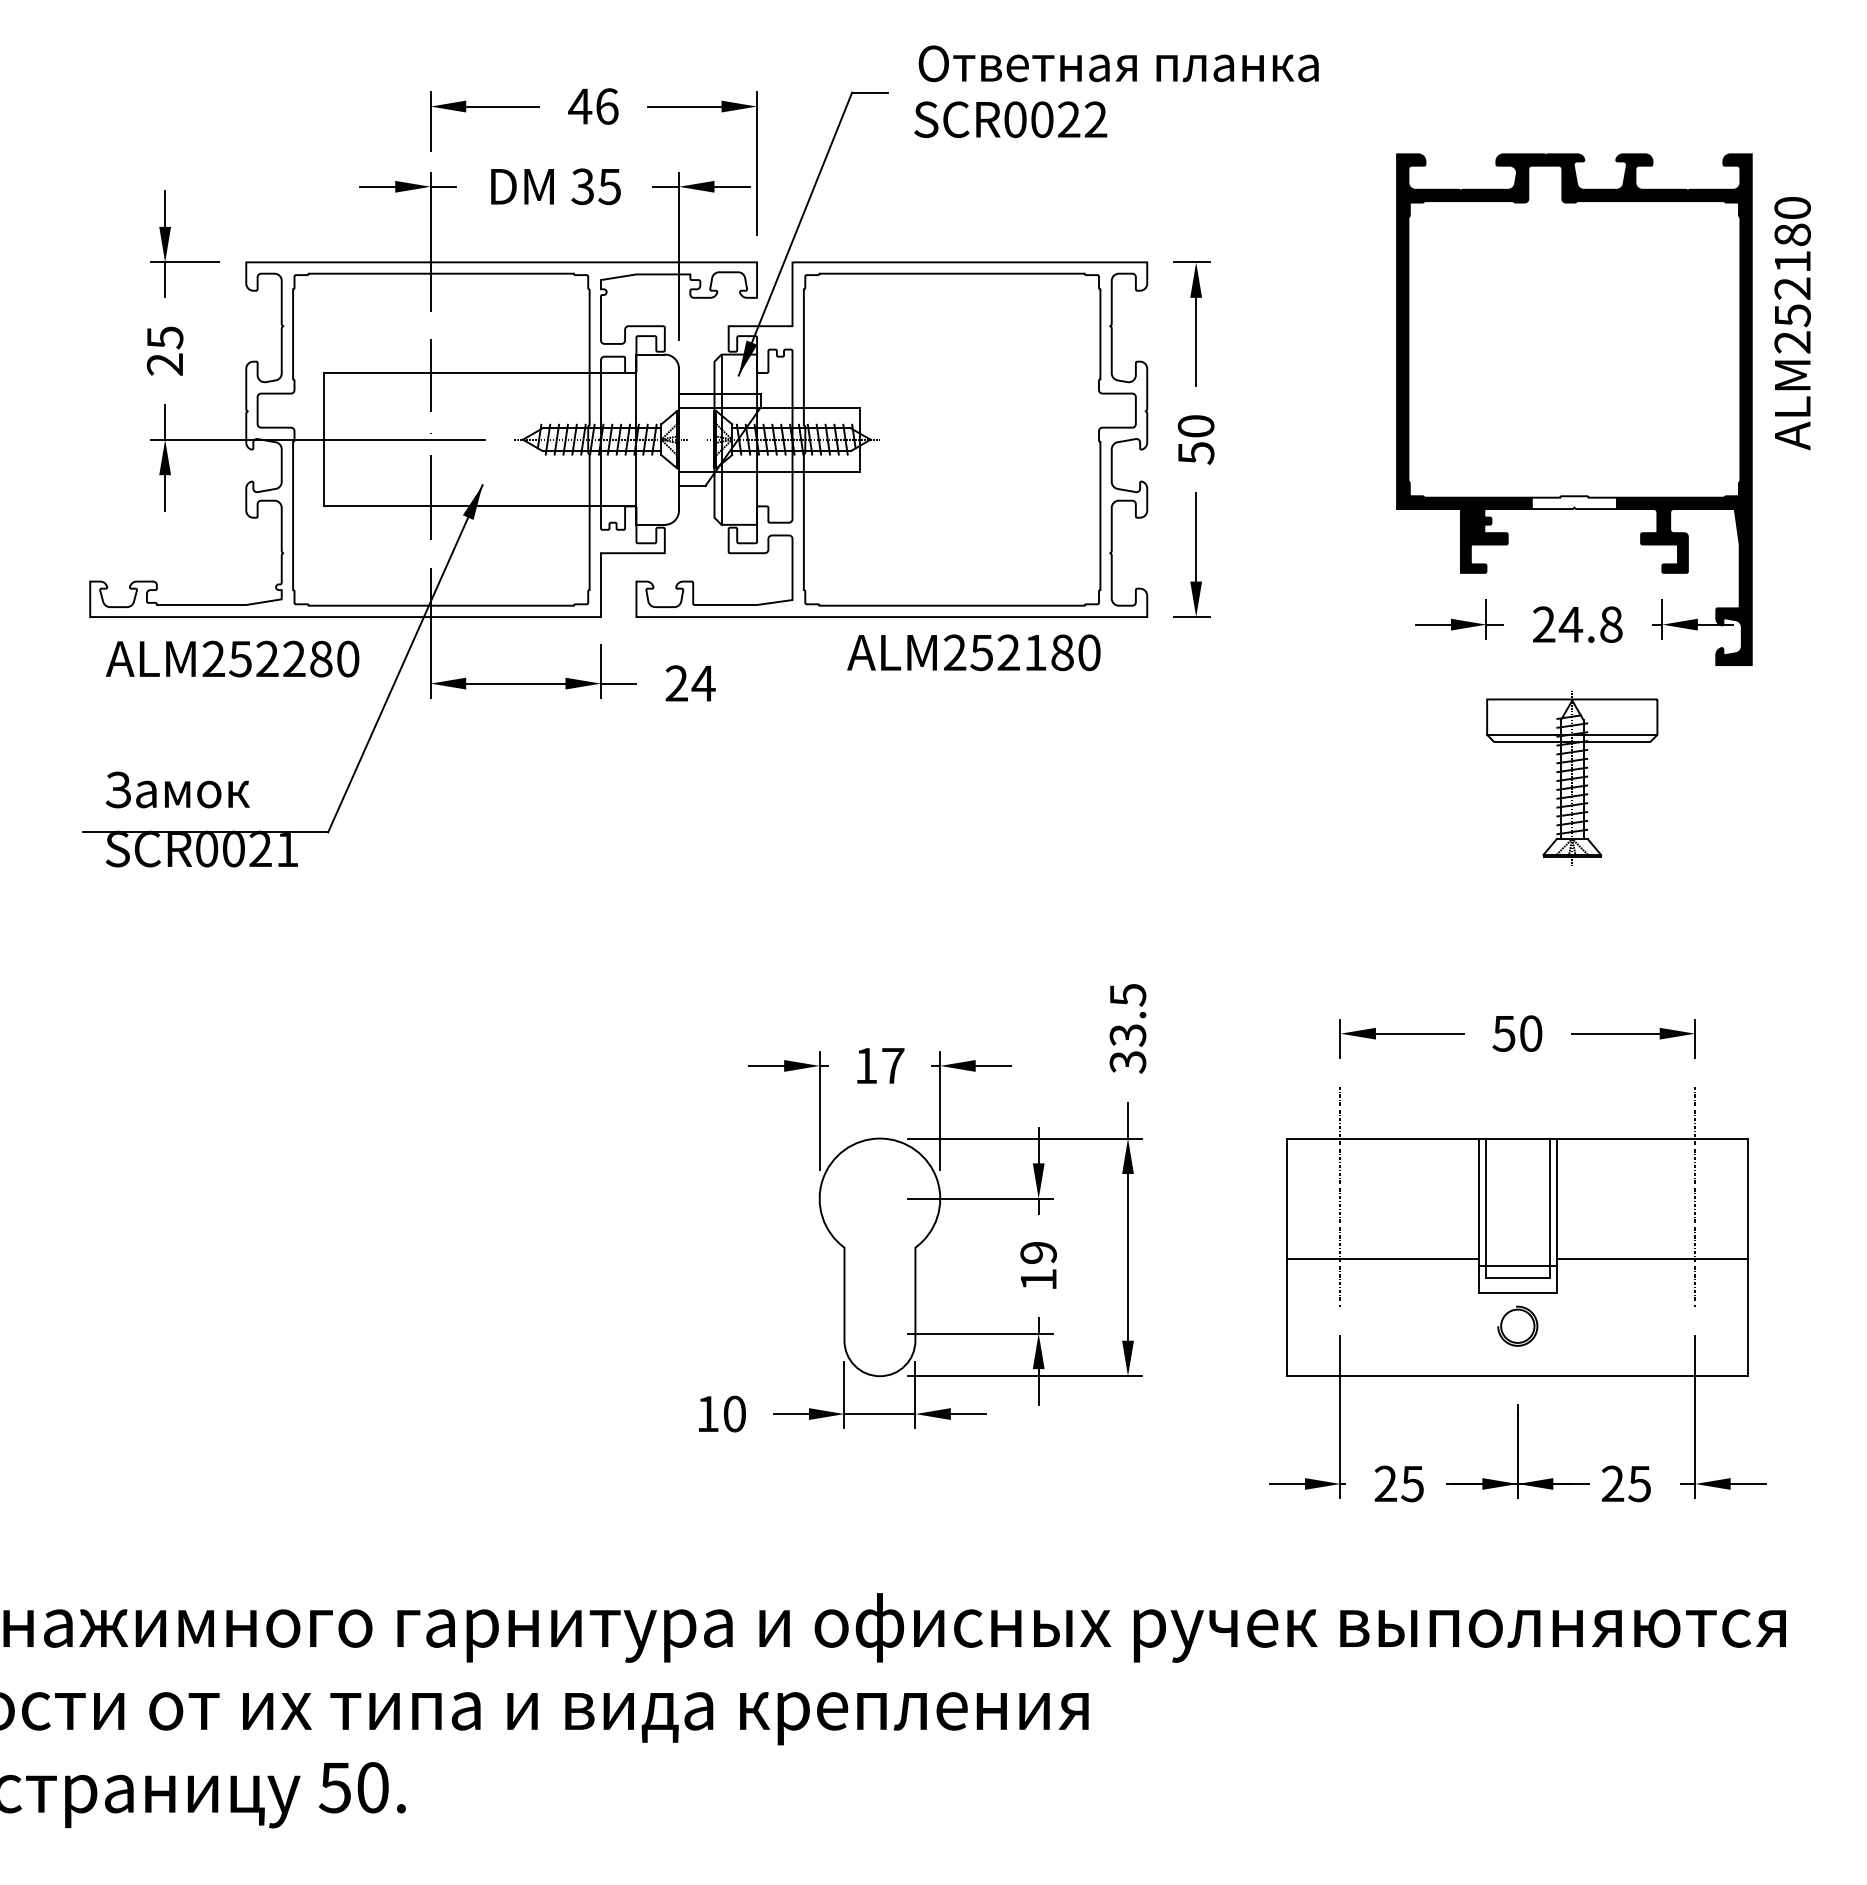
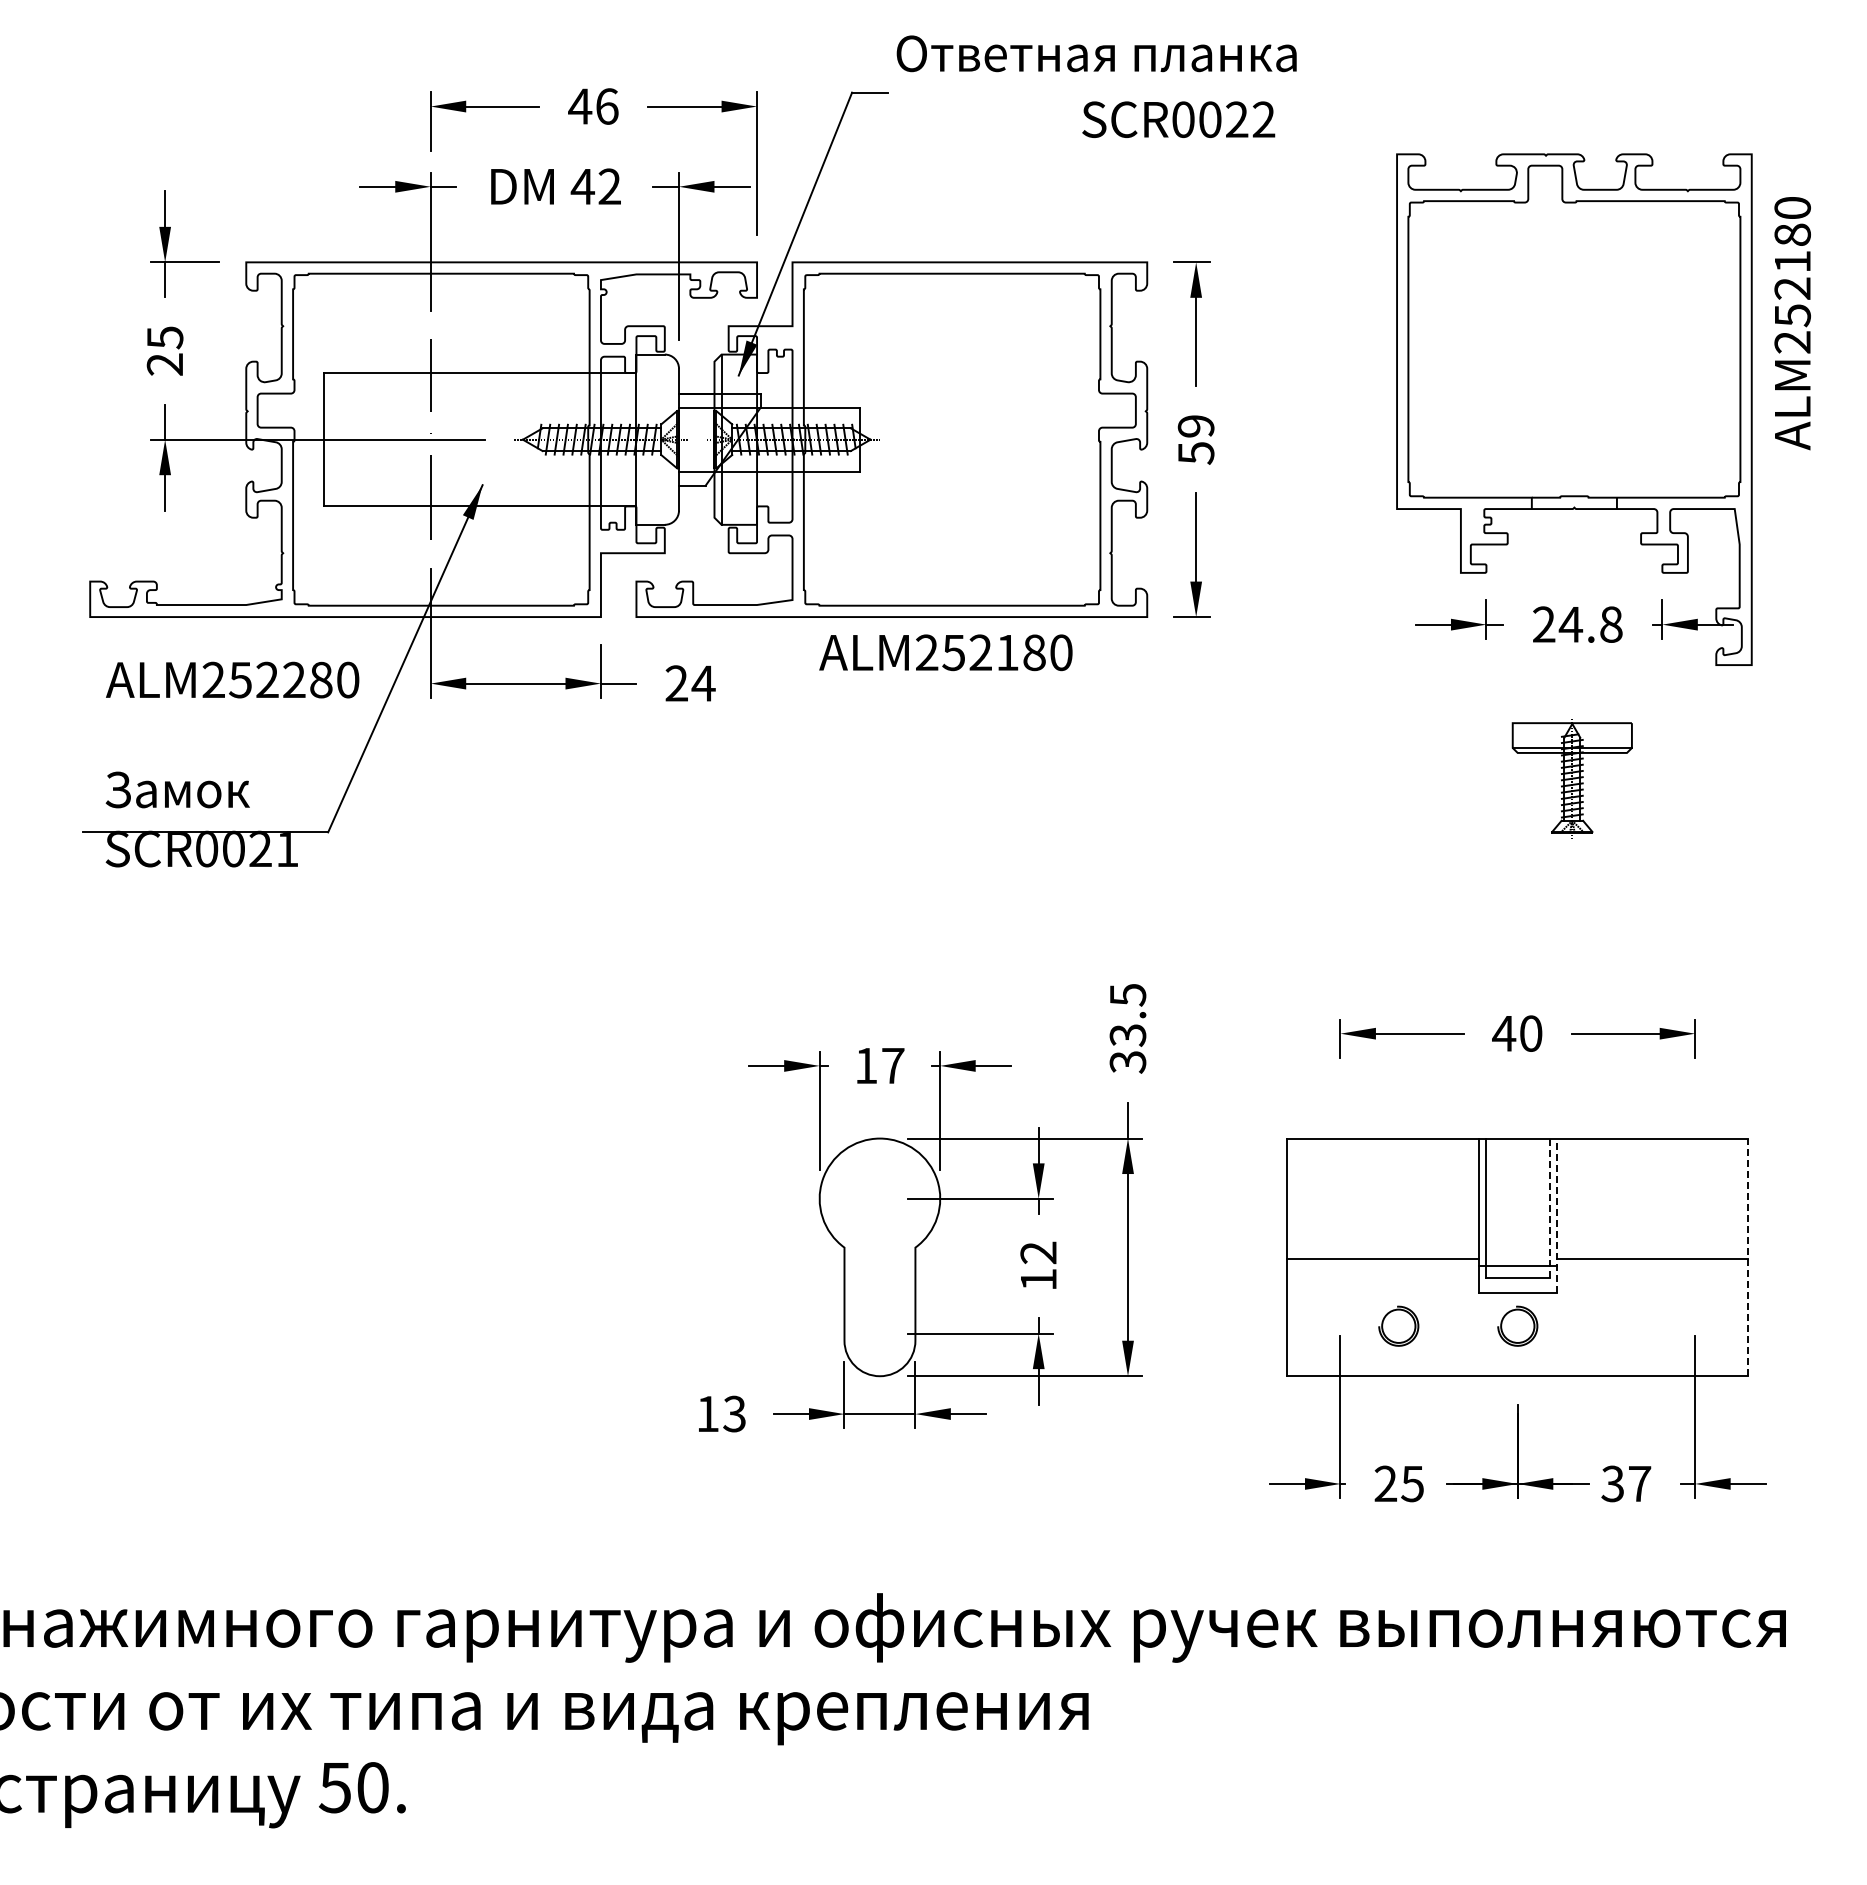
text at (1118, 63) position: (1118, 63) -> (1096, 53)
text at (1010, 119) position: (1010, 119) -> (1178, 119)
text at (595, 186): 35 -> 42
fill at (1574, 409): present -> none
text at (1195, 426): 50 -> 59
text at (973, 652) position: (973, 652) -> (945, 652)
text at (232, 658) position: (232, 658) -> (232, 679)
part at (1572, 778) size: 173x175 px -> 122x120 px
text at (1504, 1033): 50 -> 40
line at (1340, 1196): present -> none
line at (1695, 1196): present -> none
line at (1549, 1208): solid -> dashed
line at (1557, 1215): solid -> dashed
text at (1038, 1252): 19 -> 12
line at (1748, 1257): solid -> dashed
part at (1398, 1325): none -> present
text at (734, 1413): 10 -> 13
text at (1626, 1483): 25 -> 37
